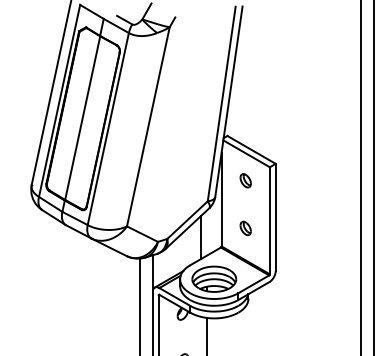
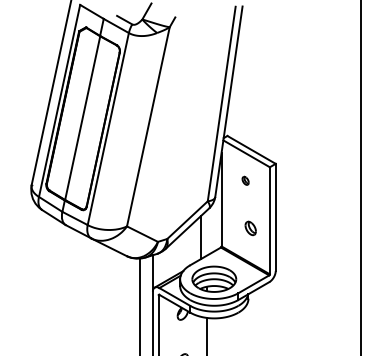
line at (373, 177): present -> none
part at (245, 180) size: 13x16 px -> 9x11 px
part at (245, 228) position: (245, 228) -> (250, 228)
